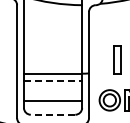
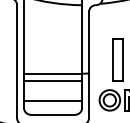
part at (117, 59) size: 9x30 px -> 12x44 px
line at (53, 80): dashed -> solid
line at (52, 114): dashed -> solid
